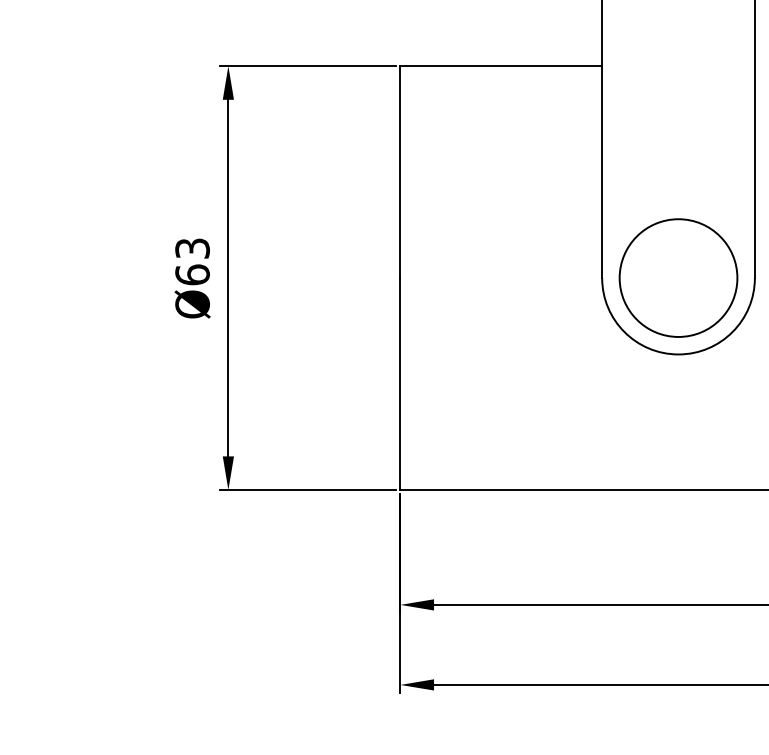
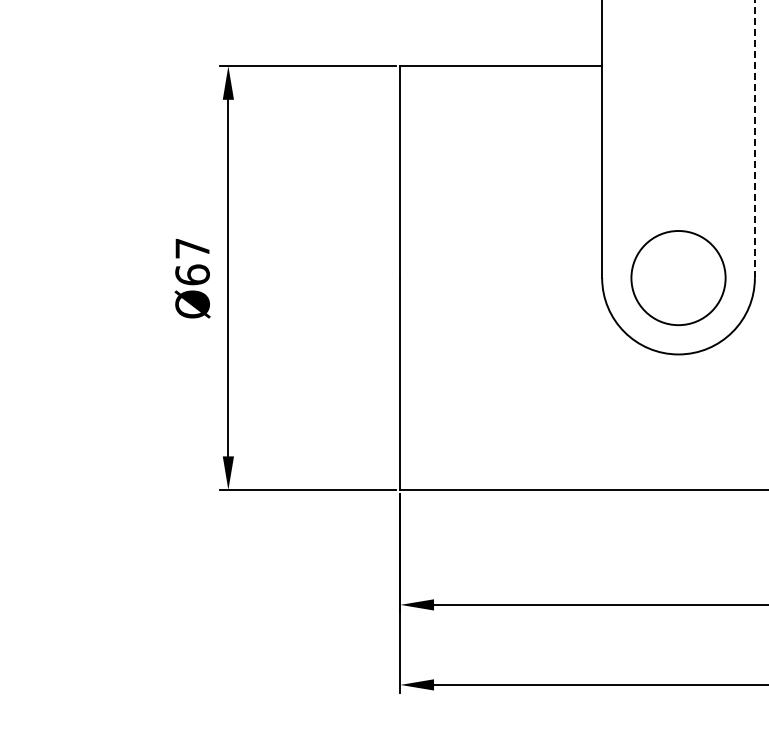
line at (754, 139): solid -> dashed
text at (192, 248): Ø63 -> Ø67
circle at (678, 277) size: 121x120 px -> 97x97 px
